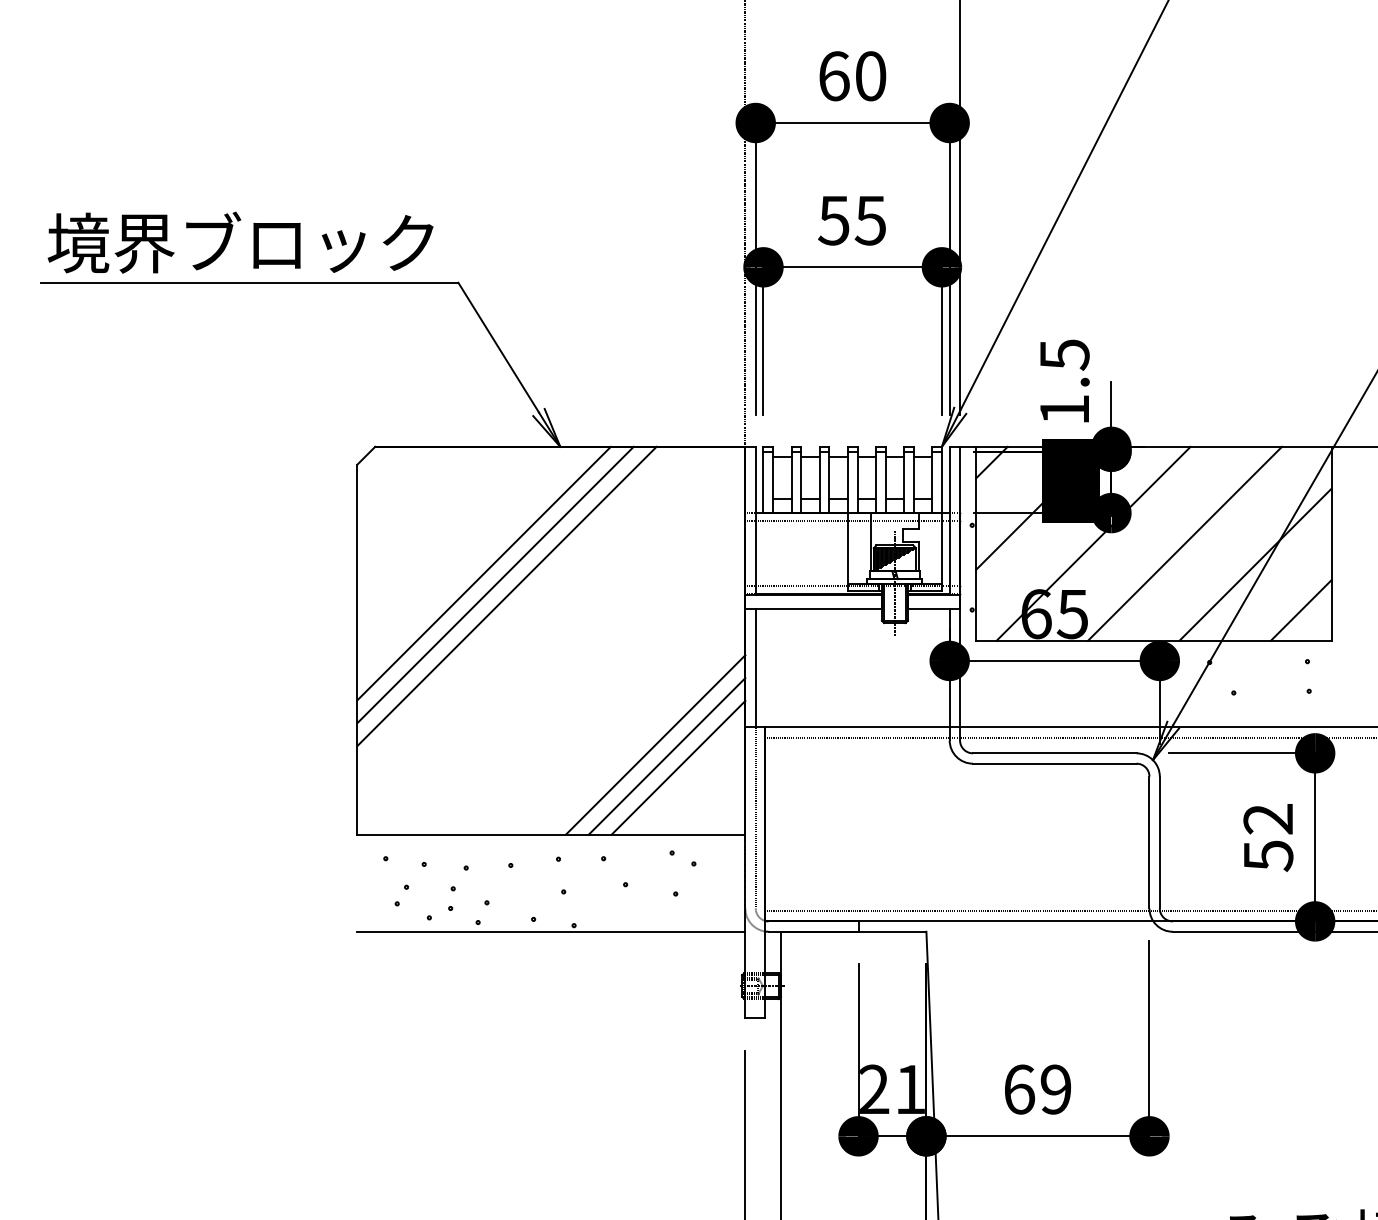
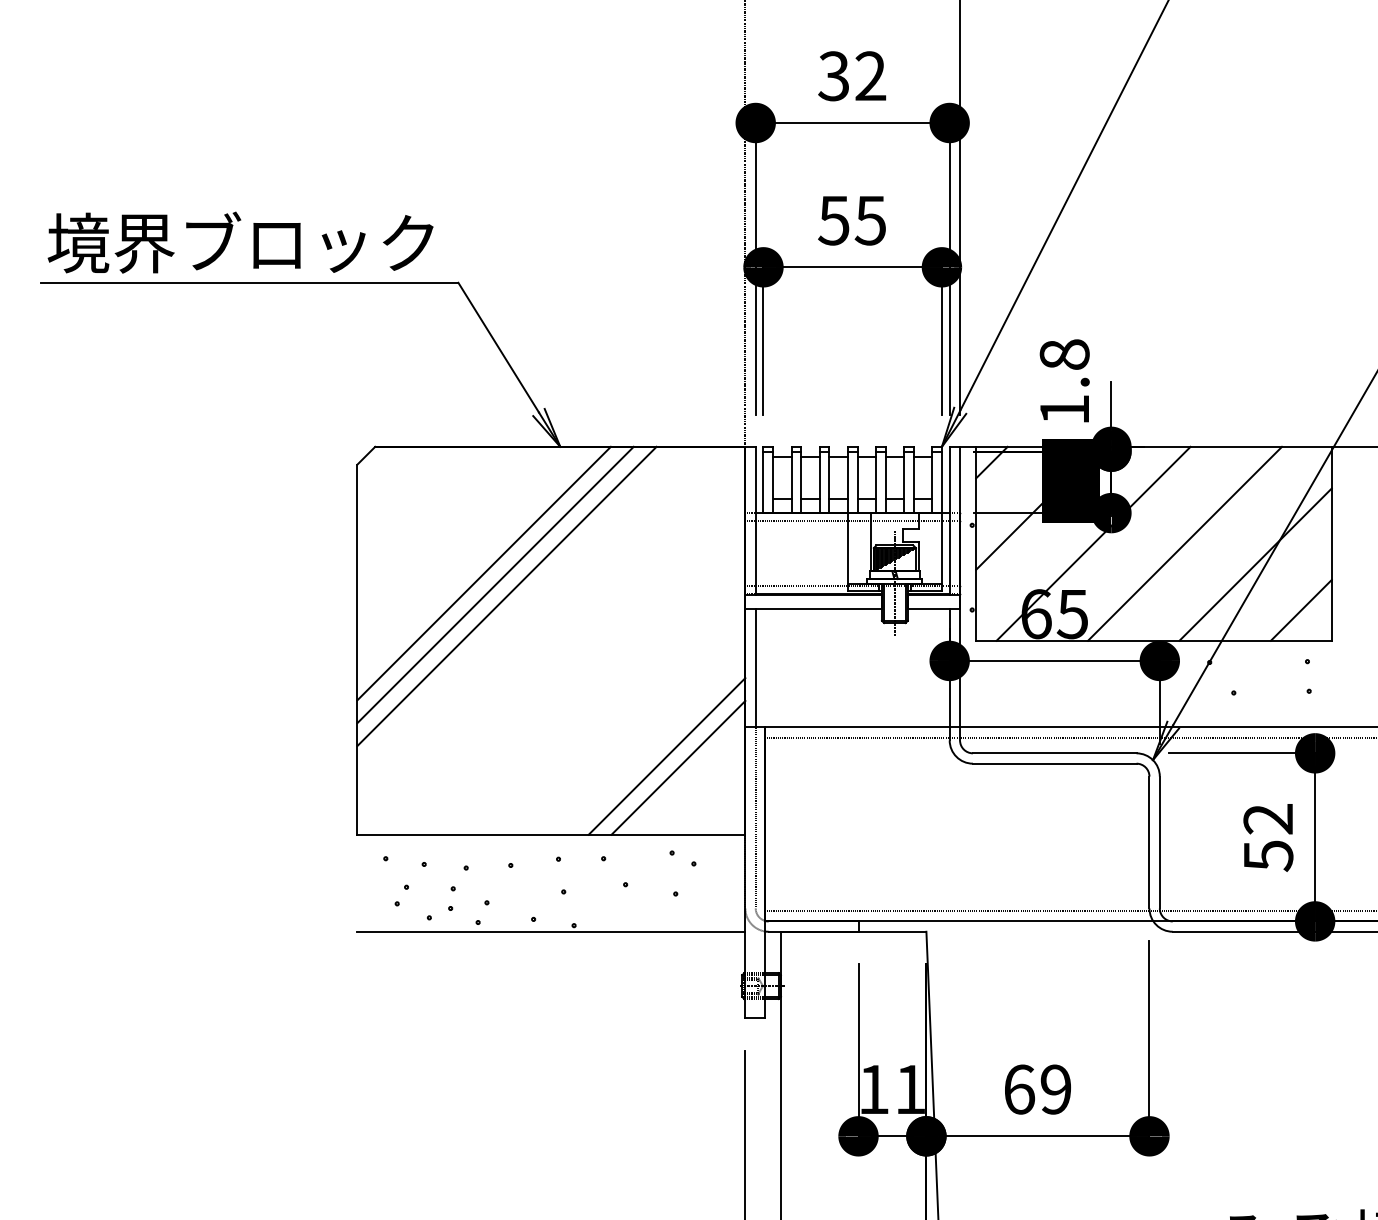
text at (852, 76): 60 -> 32
text at (1064, 354): 1.5 -> 1.8
line at (655, 744): present -> none
text at (874, 1088): 21 -> 11
